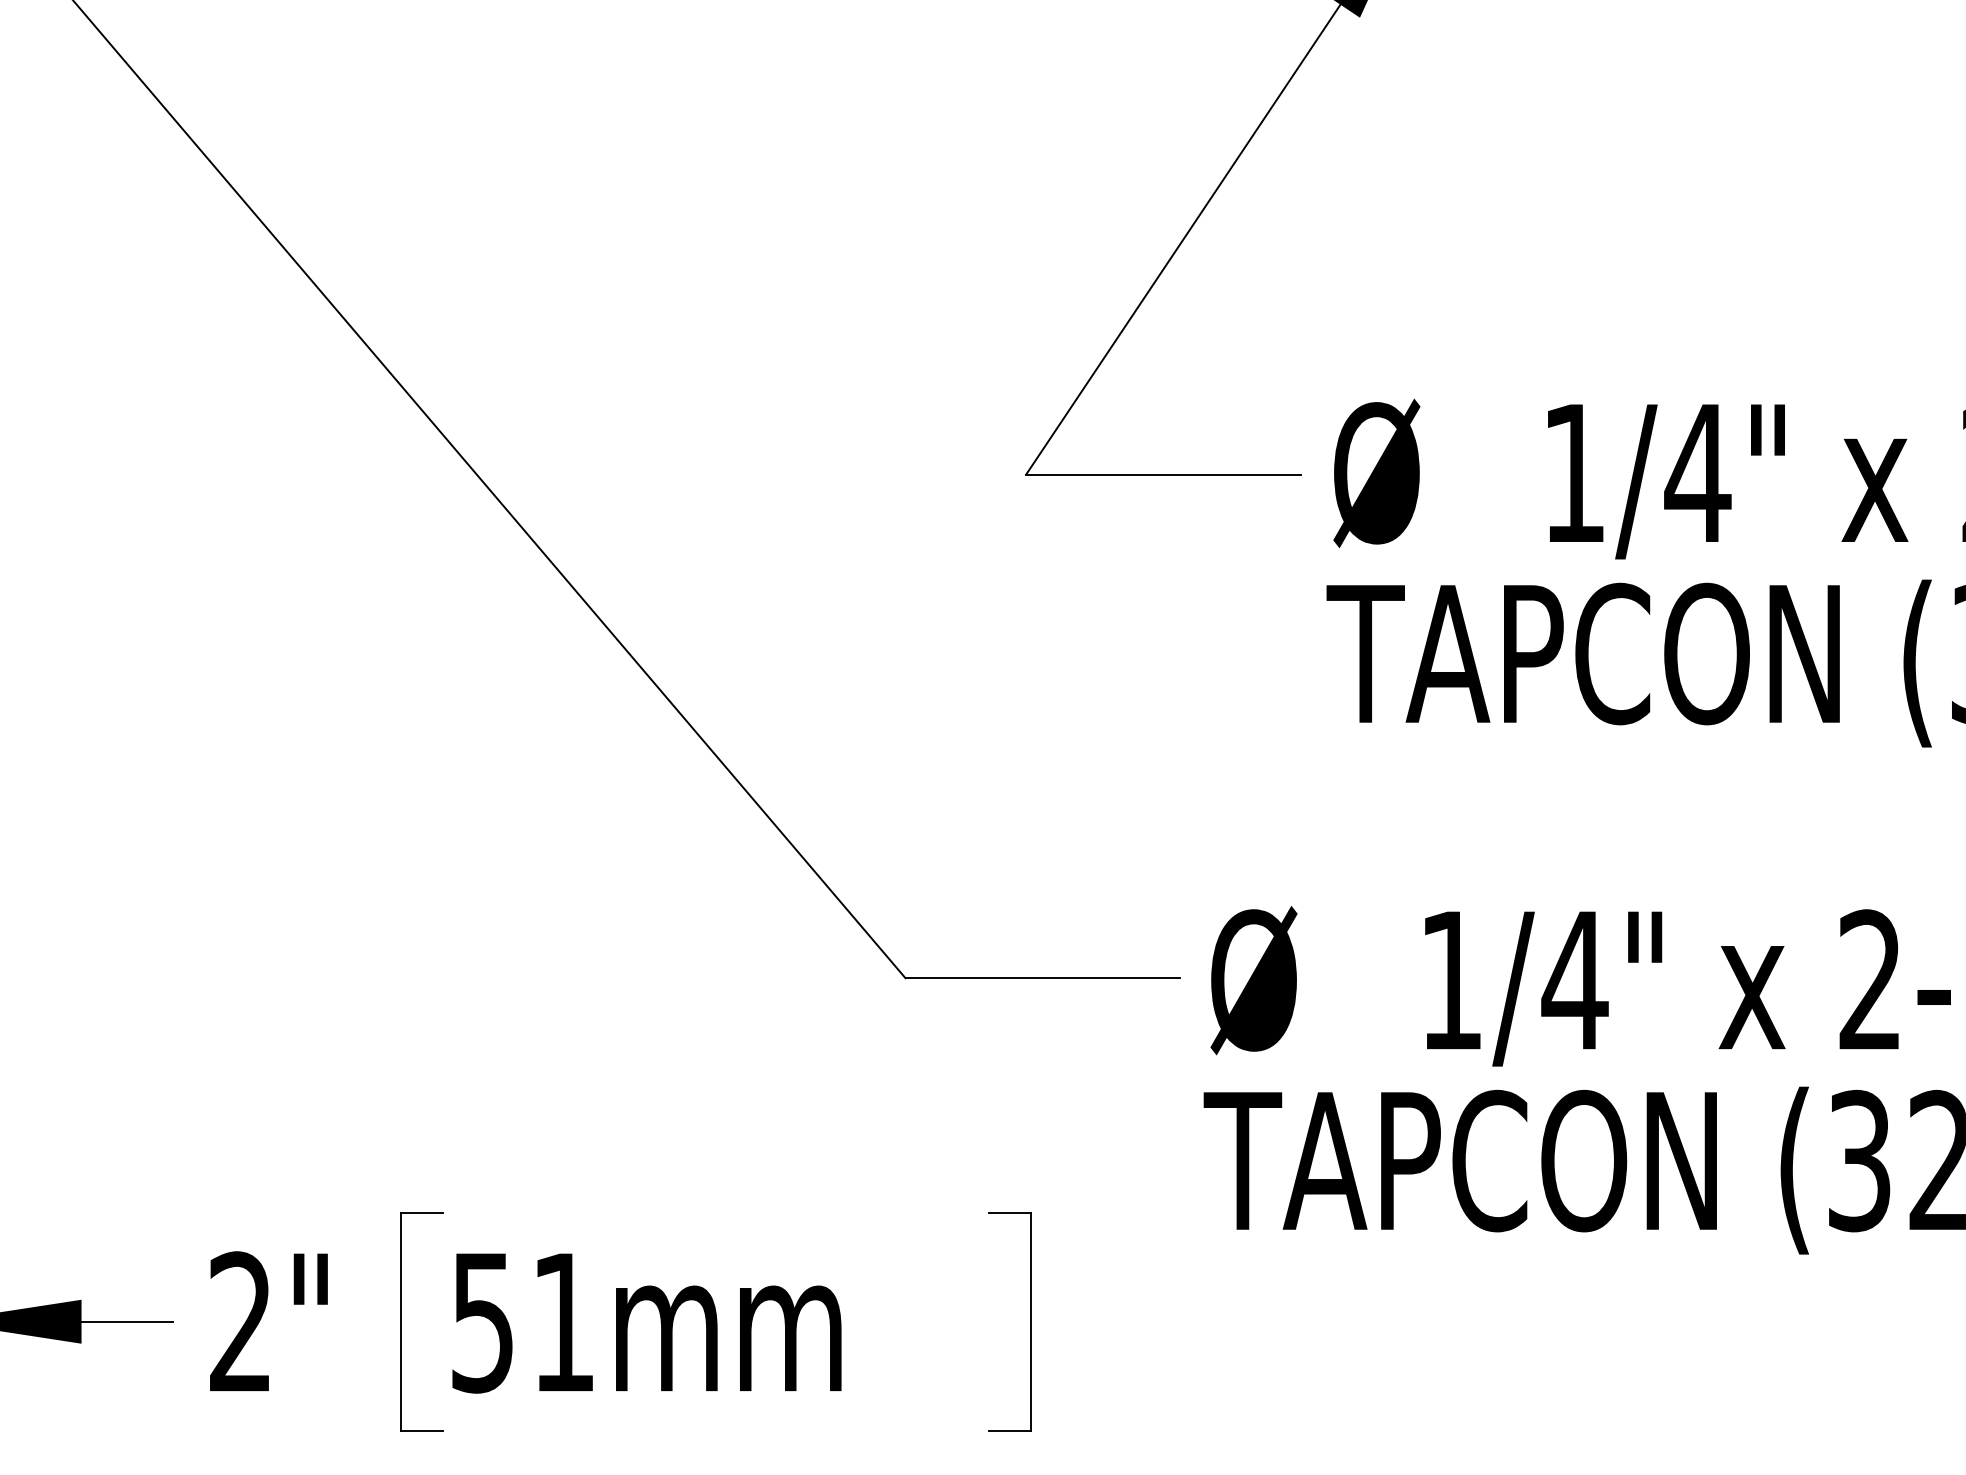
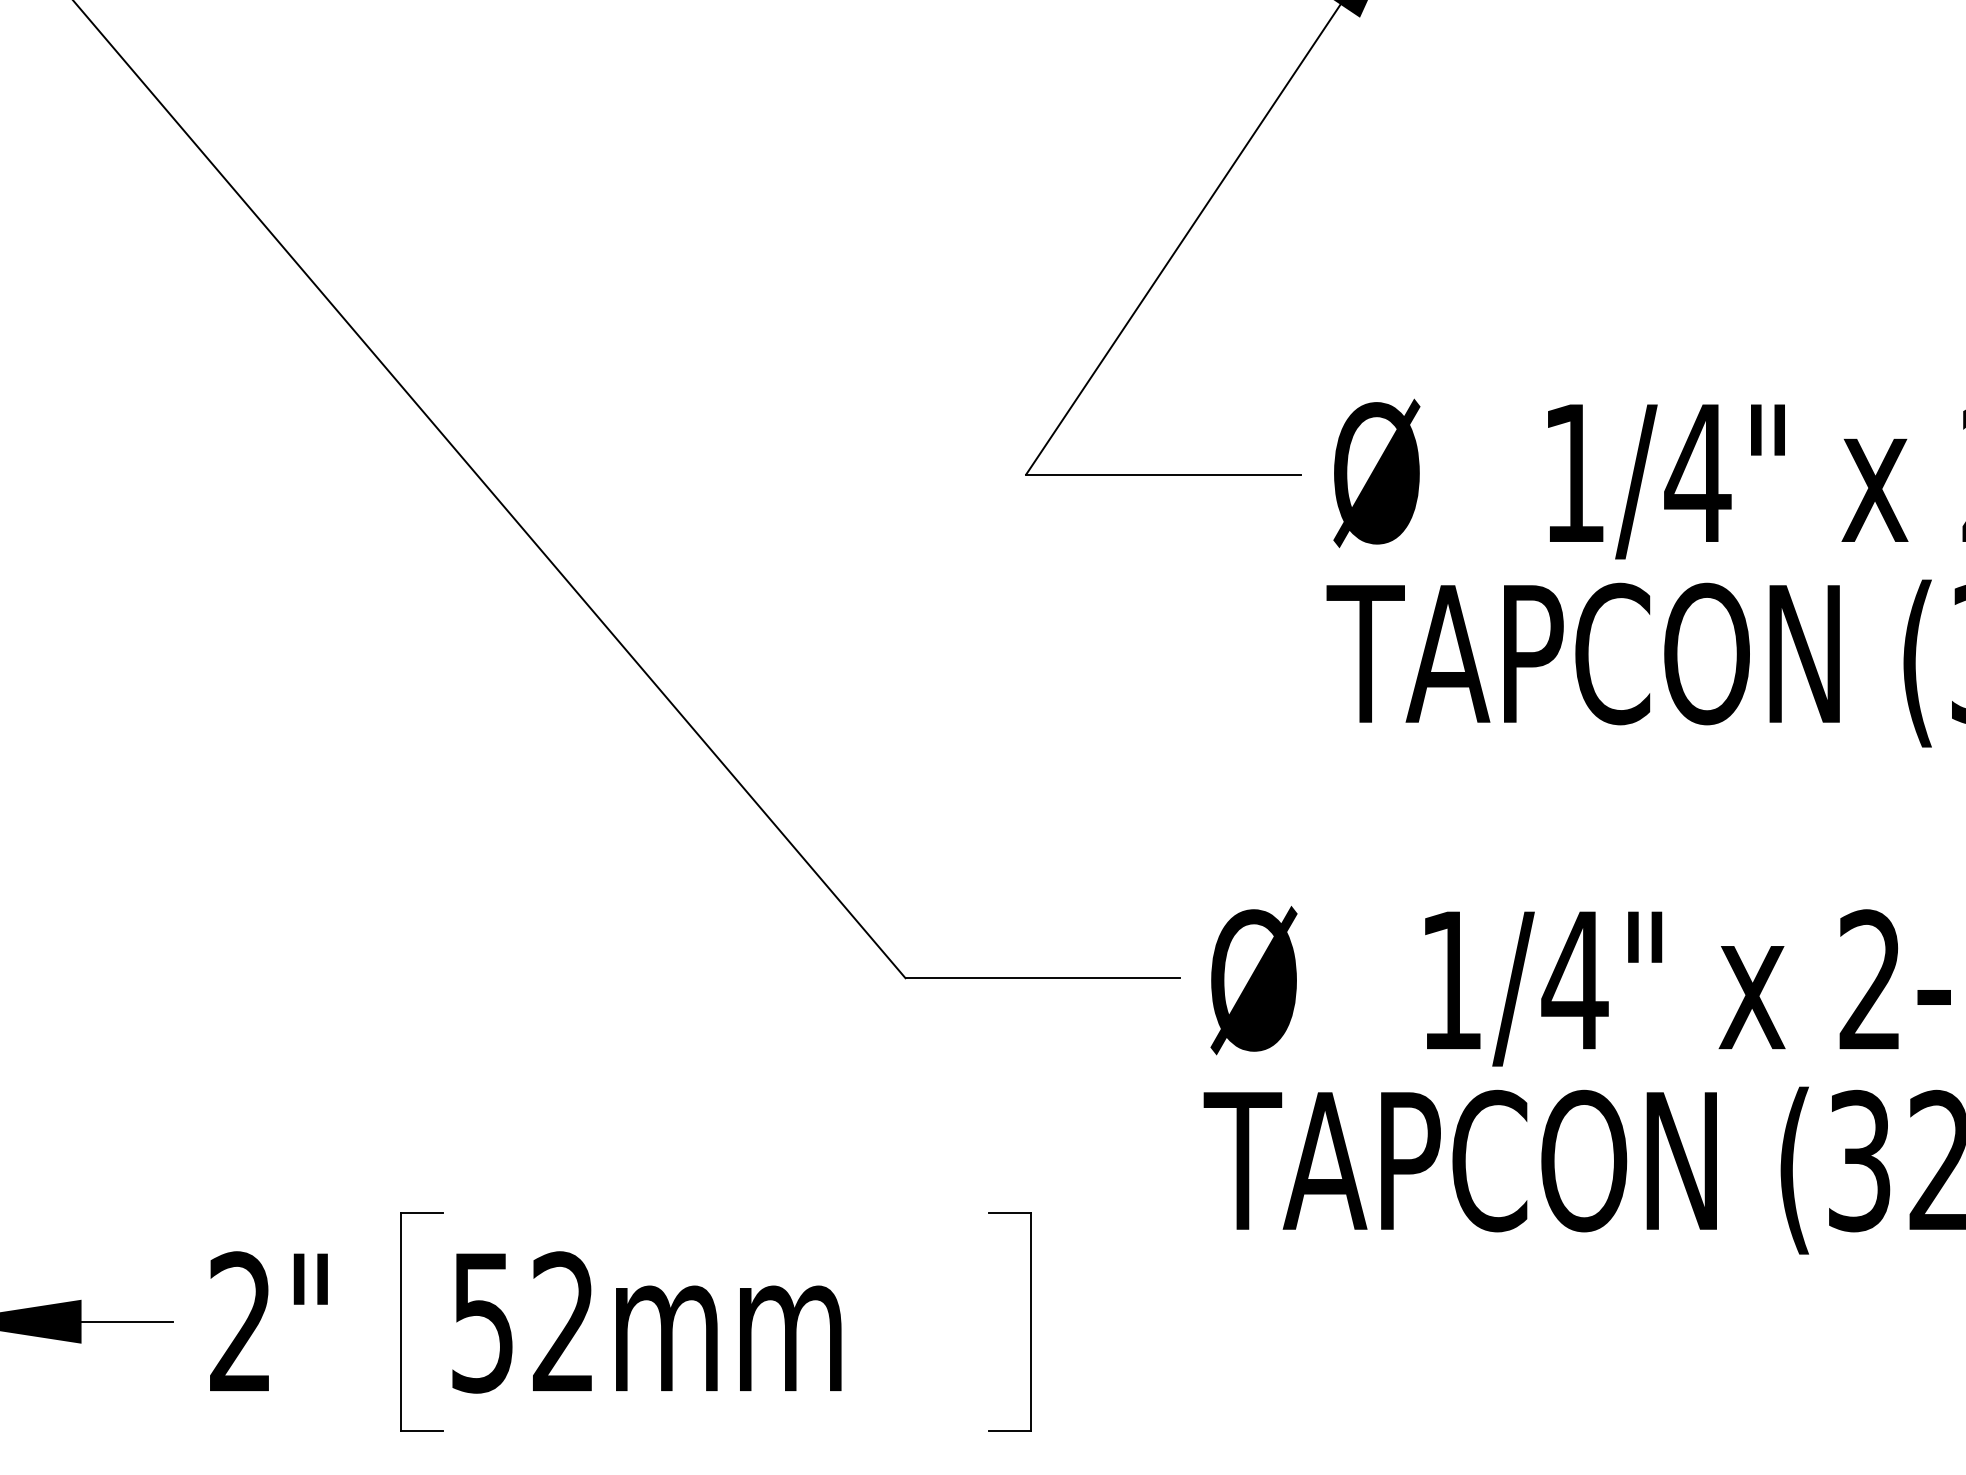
text at (562, 1321): 51mm -> 52mm
